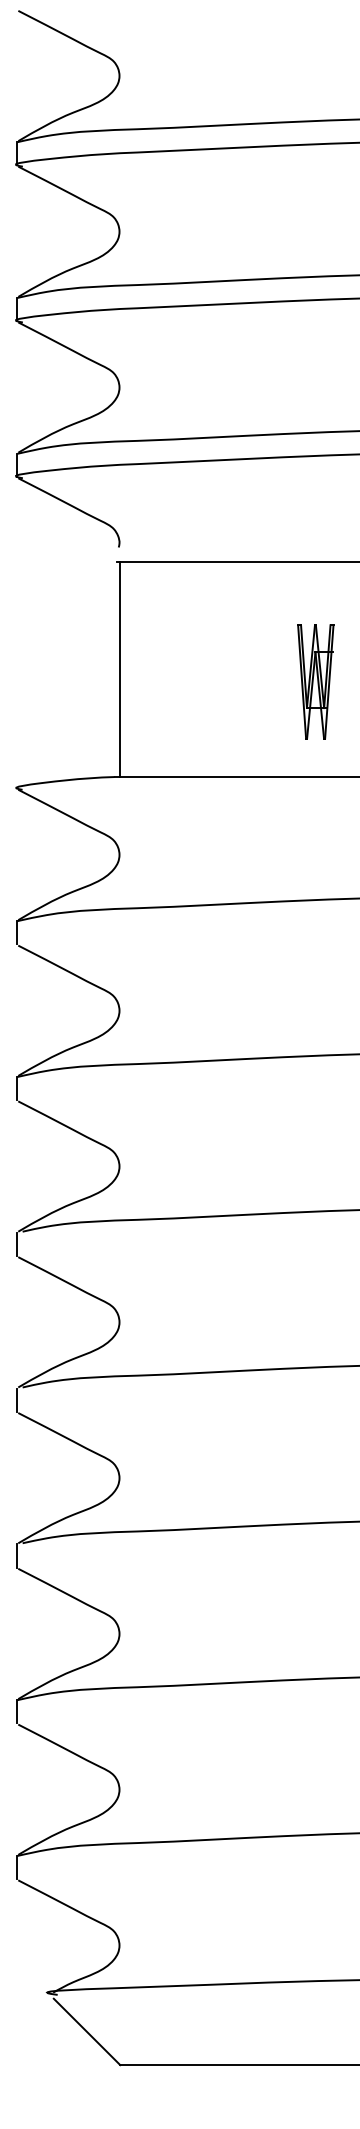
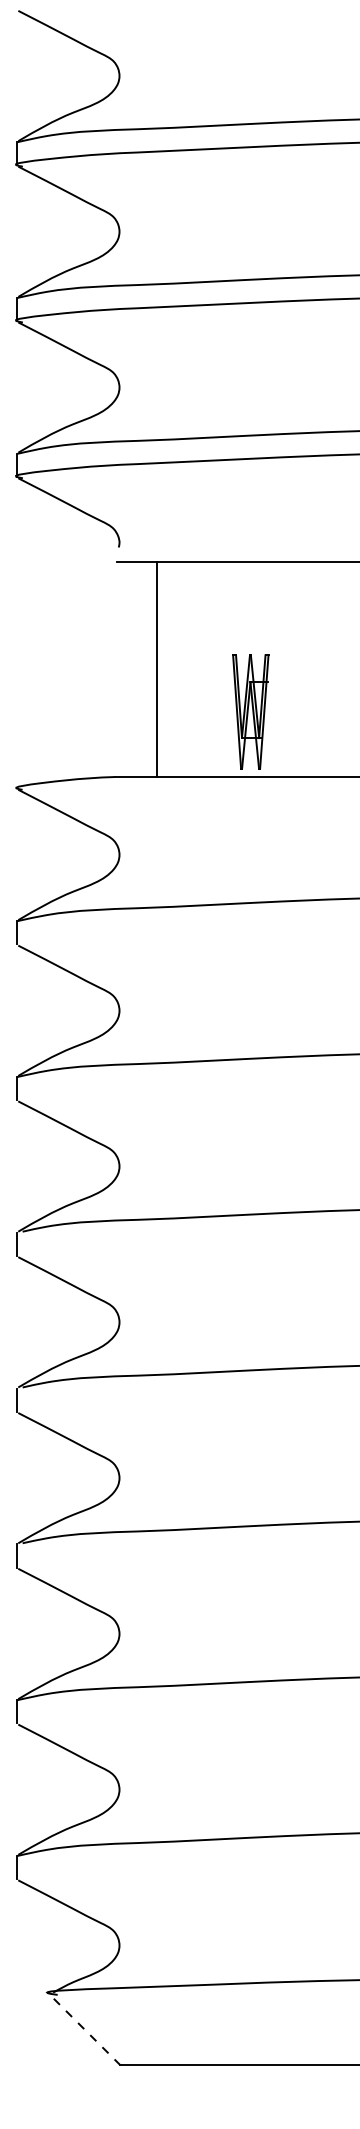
line at (120, 669) position: (120, 669) -> (157, 669)
part at (315, 681) position: (315, 681) -> (250, 711)
line at (87, 2031): solid -> dashed
